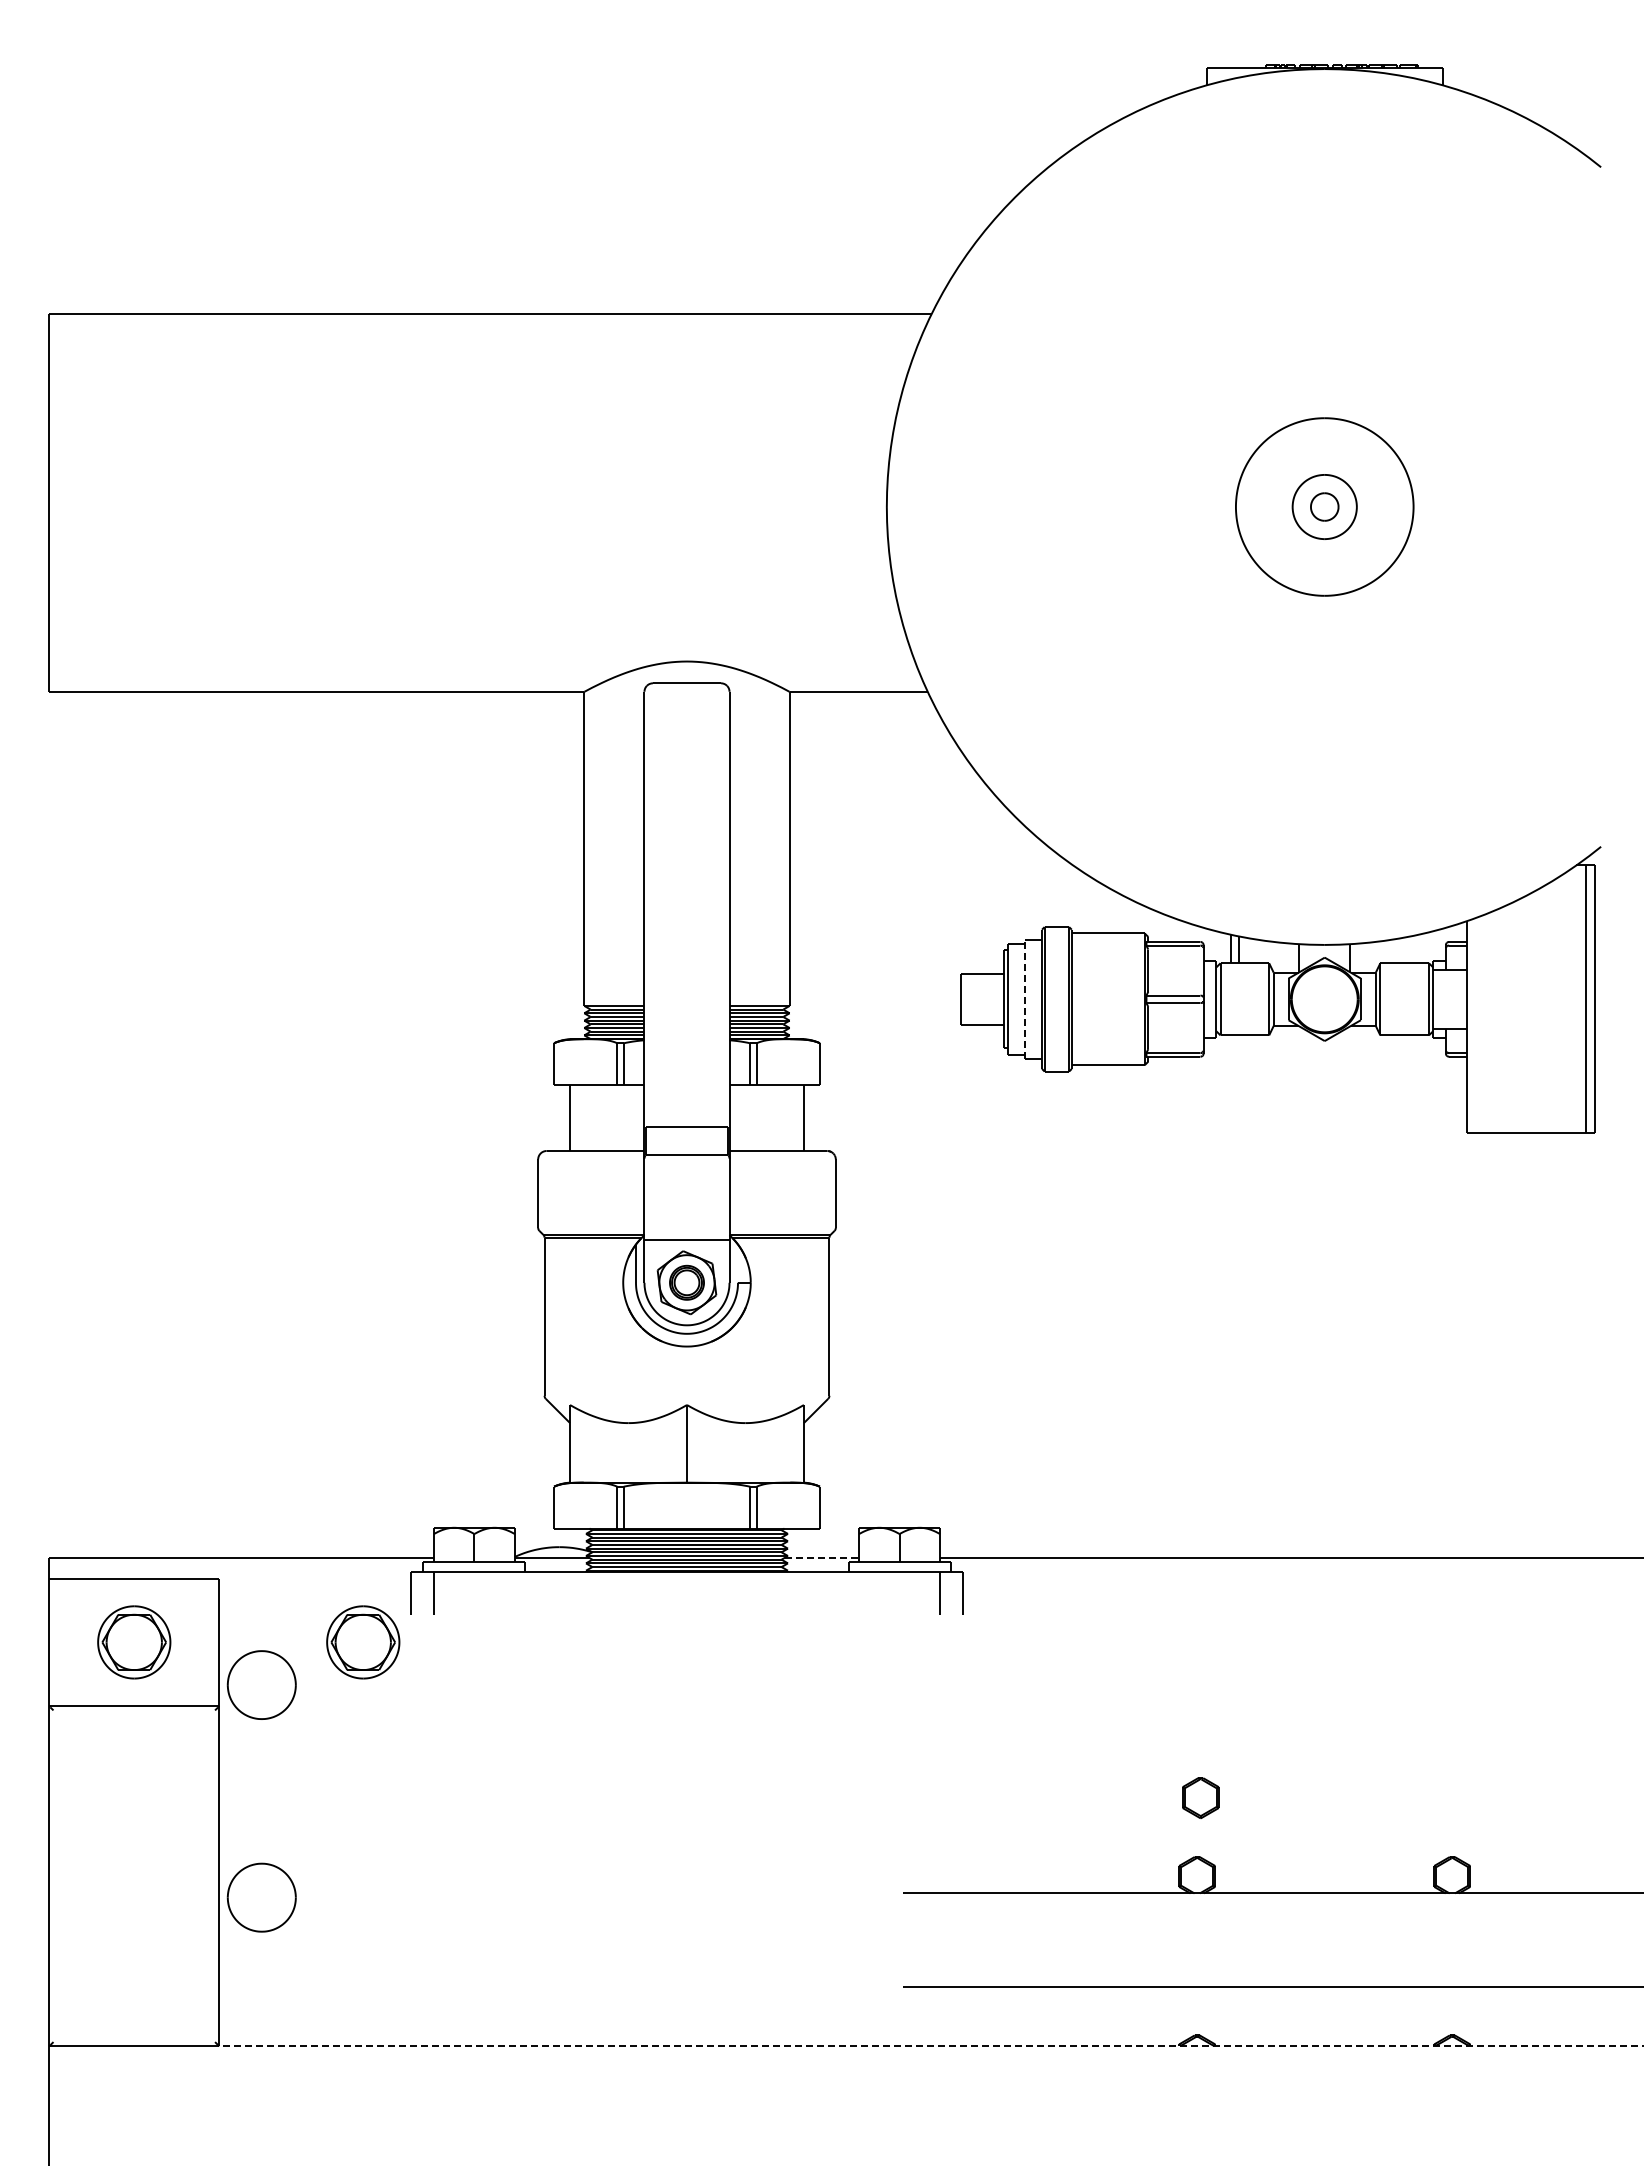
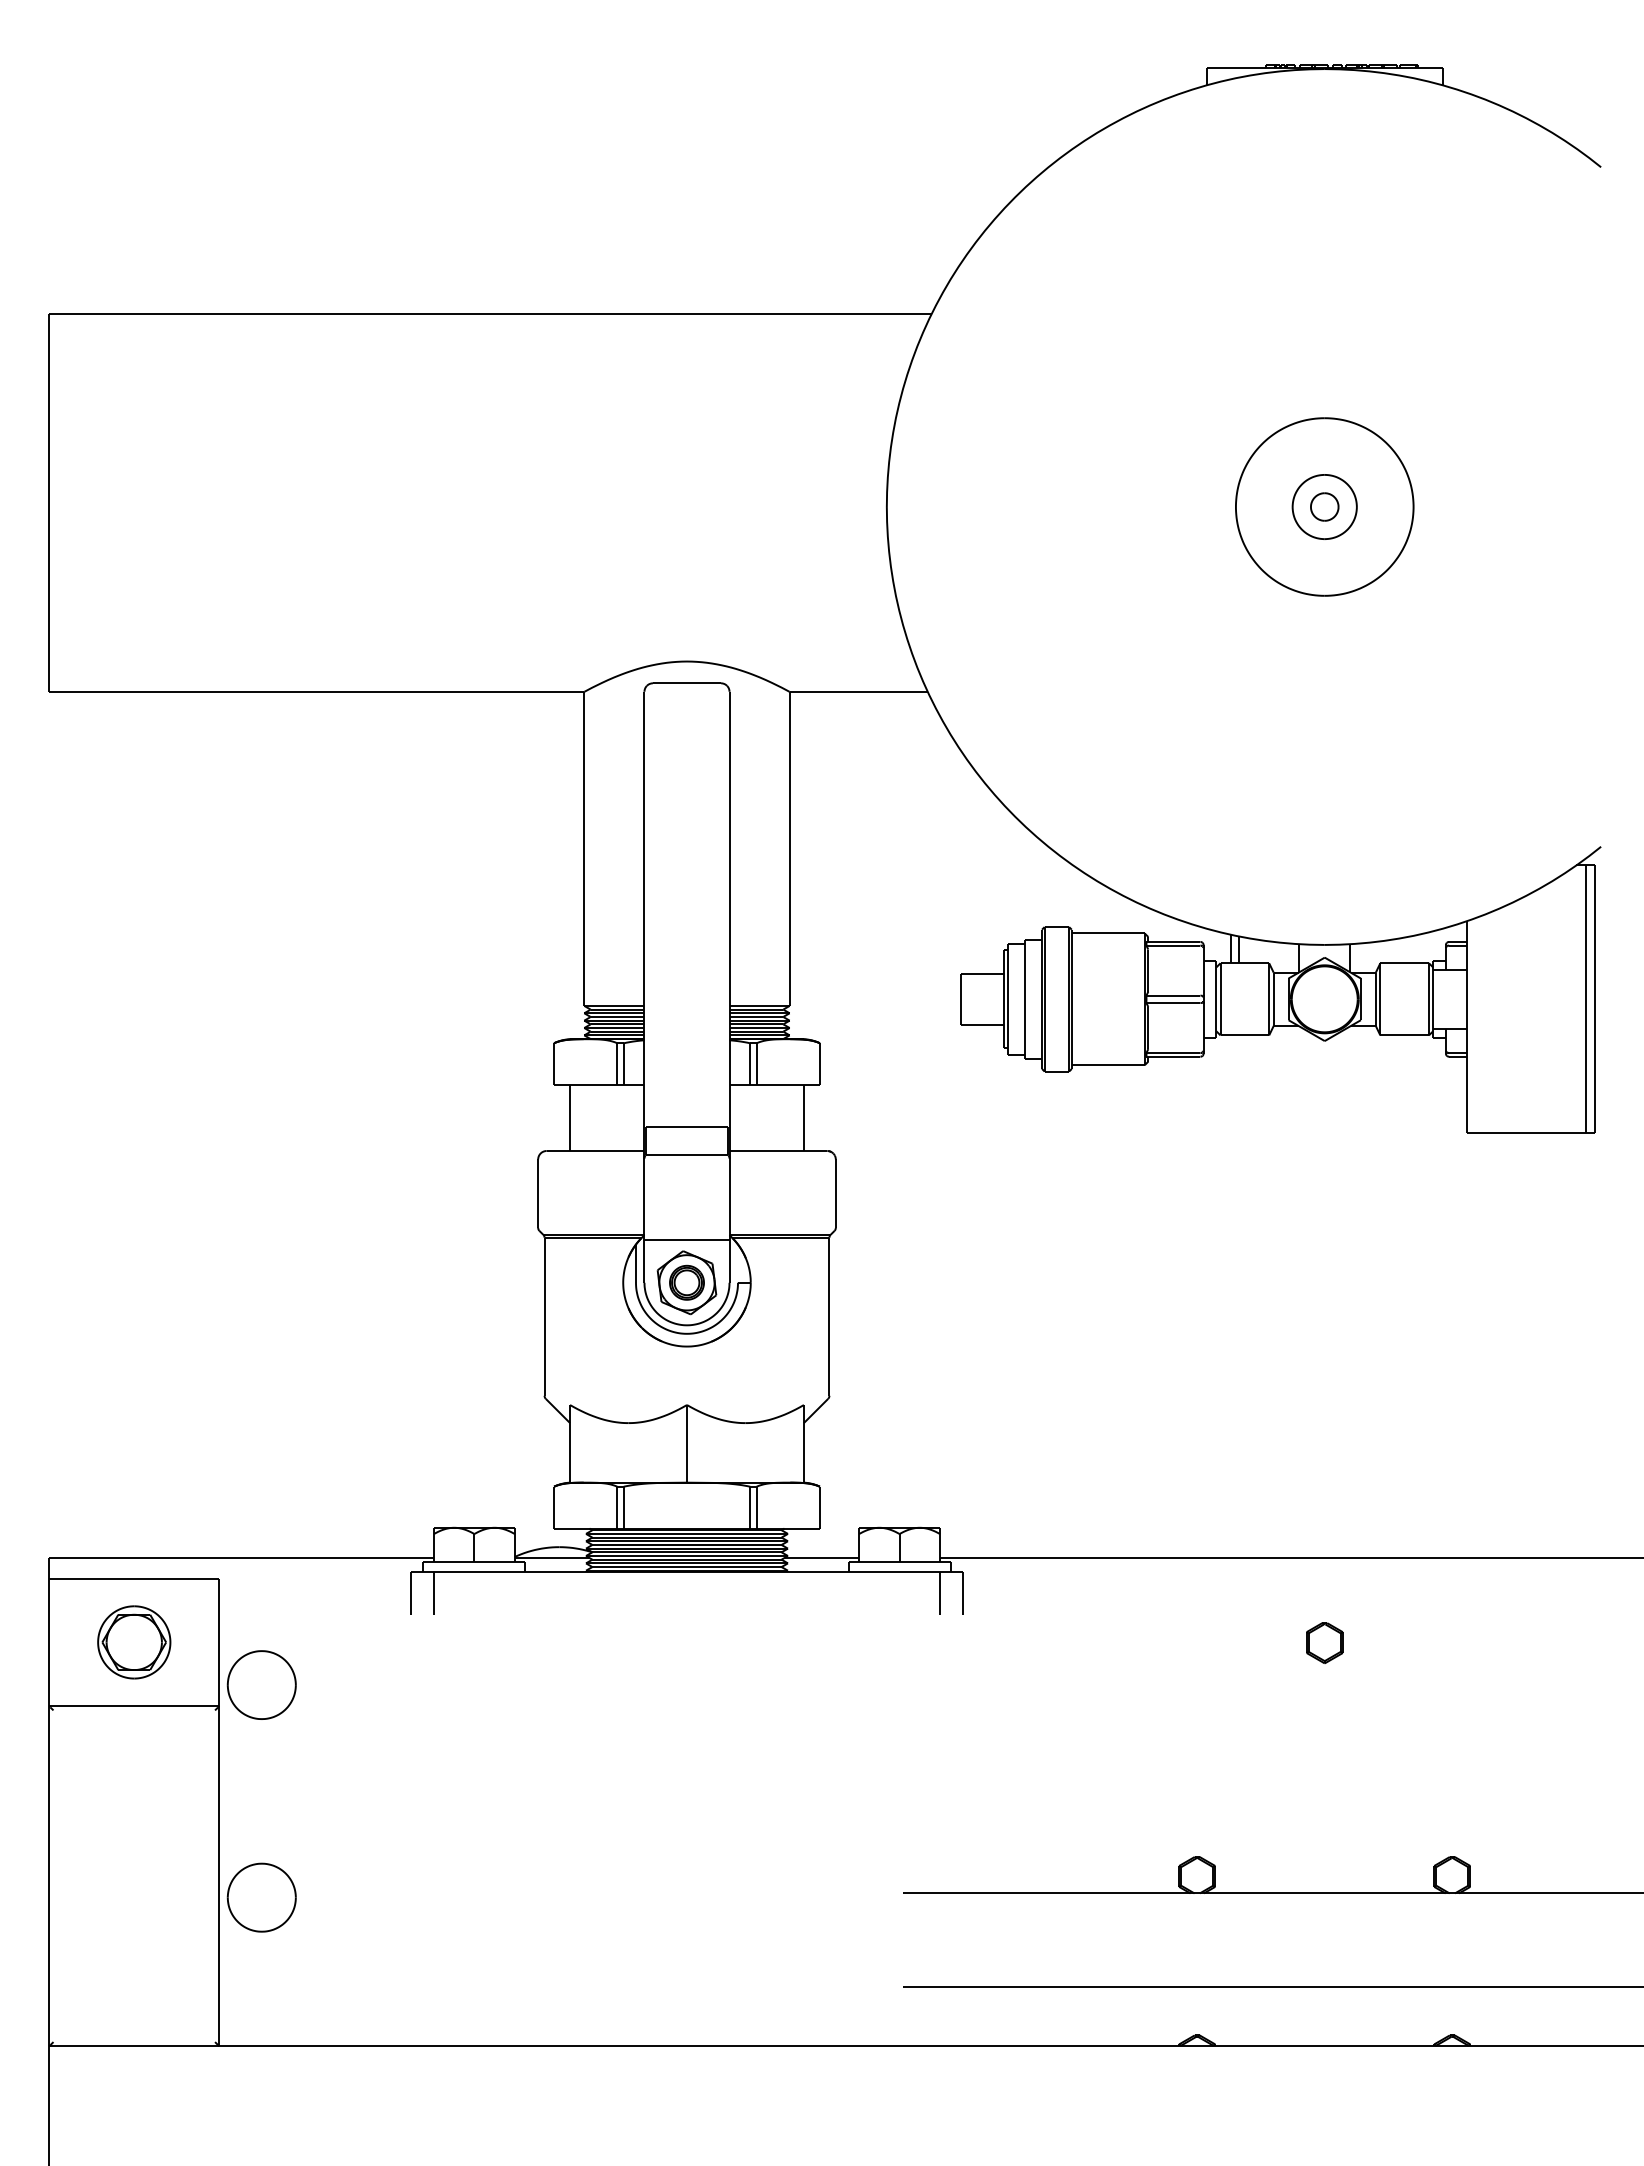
line at (1025, 999): dashed -> solid
line at (822, 1557): dashed -> solid
part at (363, 1642): present -> none
part at (1200, 1797) position: (1200, 1797) -> (1324, 1642)
line at (931, 2046): dashed -> solid
